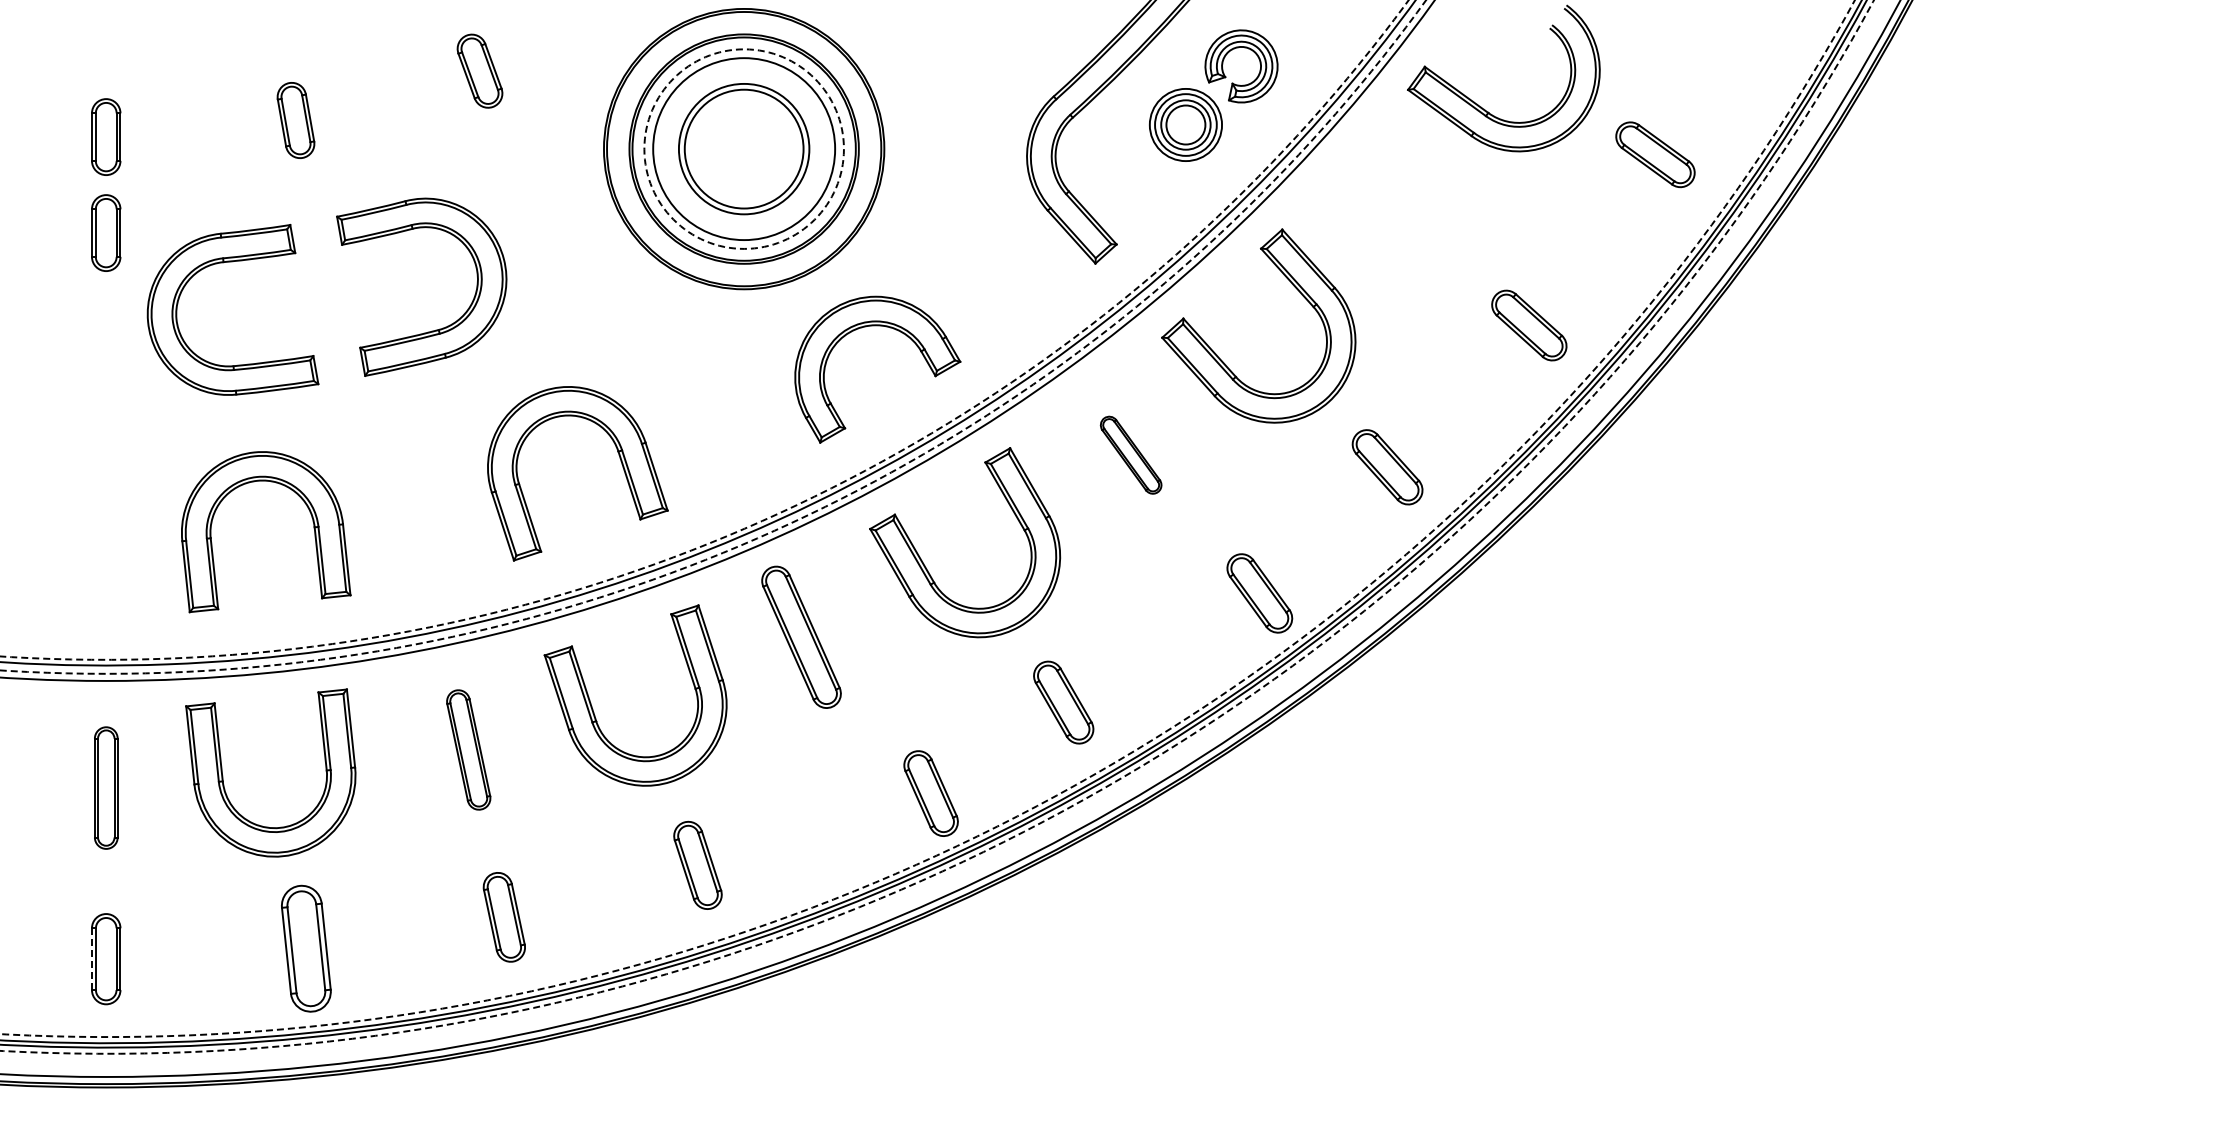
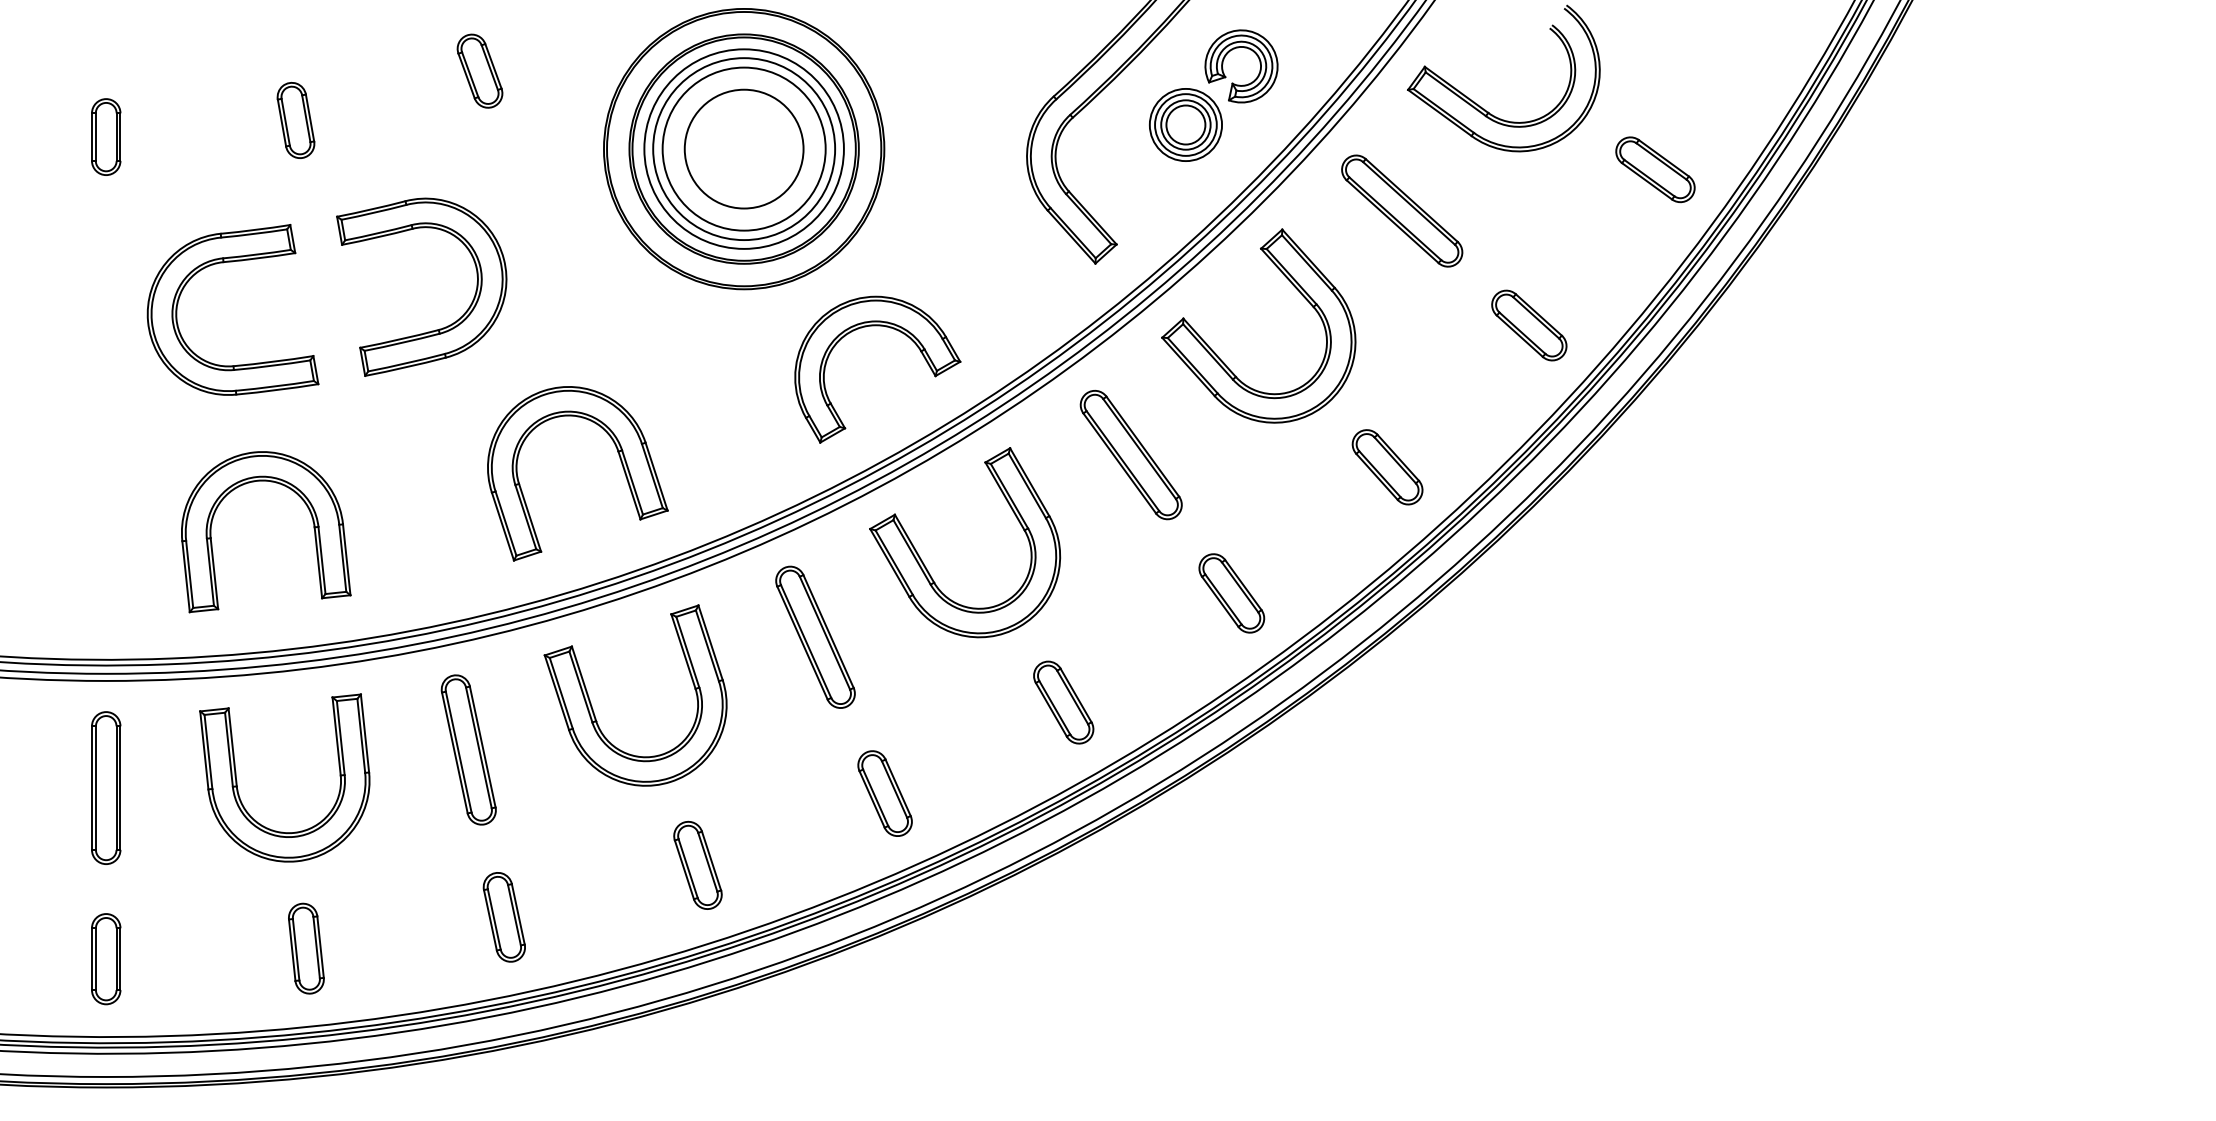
circle at (743, 148) diameter: 130 px -> 163 px
circle at (743, 148): dashed -> solid
part at (1655, 154) position: (1655, 154) -> (1655, 169)
part at (1402, 210): none -> present
part at (106, 232): present -> none
part at (1130, 454) size: 64x80 px -> 104x131 px
arc at (787, 509): dashed -> solid
arc at (801, 518): dashed -> solid
part at (1259, 593) position: (1259, 593) -> (1231, 593)
part at (801, 636) position: (801, 636) -> (815, 636)
part at (468, 749) size: 46x122 px -> 57x152 px
part at (223, 775) position: (223, 775) -> (237, 780)
arc at (1076, 784): dashed -> solid
part at (106, 787) size: 25x124 px -> 31x154 px
part at (930, 793) position: (930, 793) -> (884, 793)
arc at (1090, 795): dashed -> solid
part at (306, 948) size: 51x129 px -> 37x93 px
line at (91, 959): dashed -> solid
